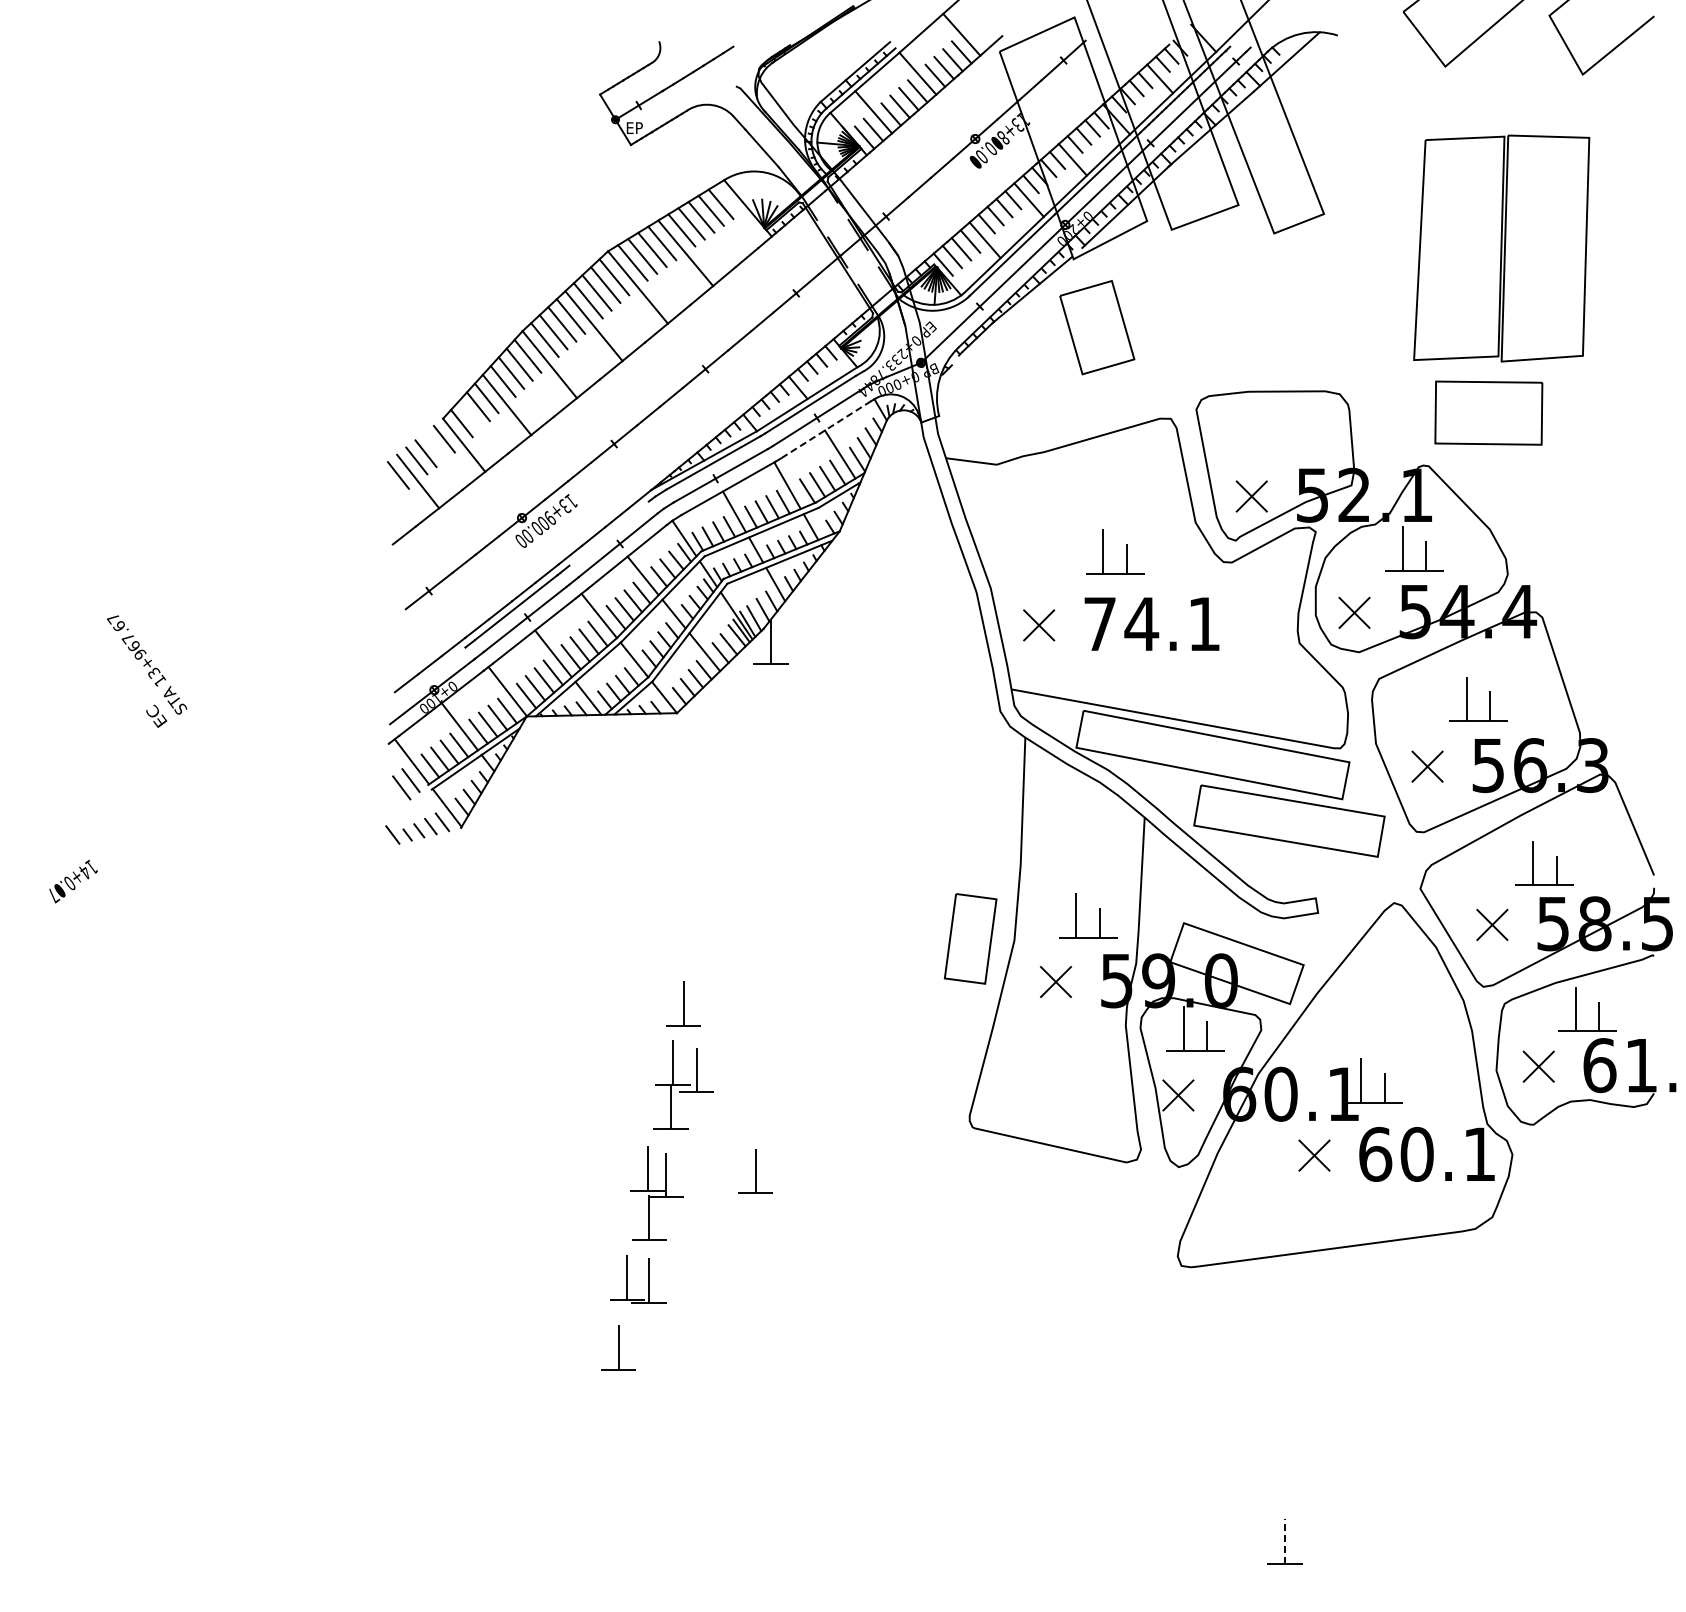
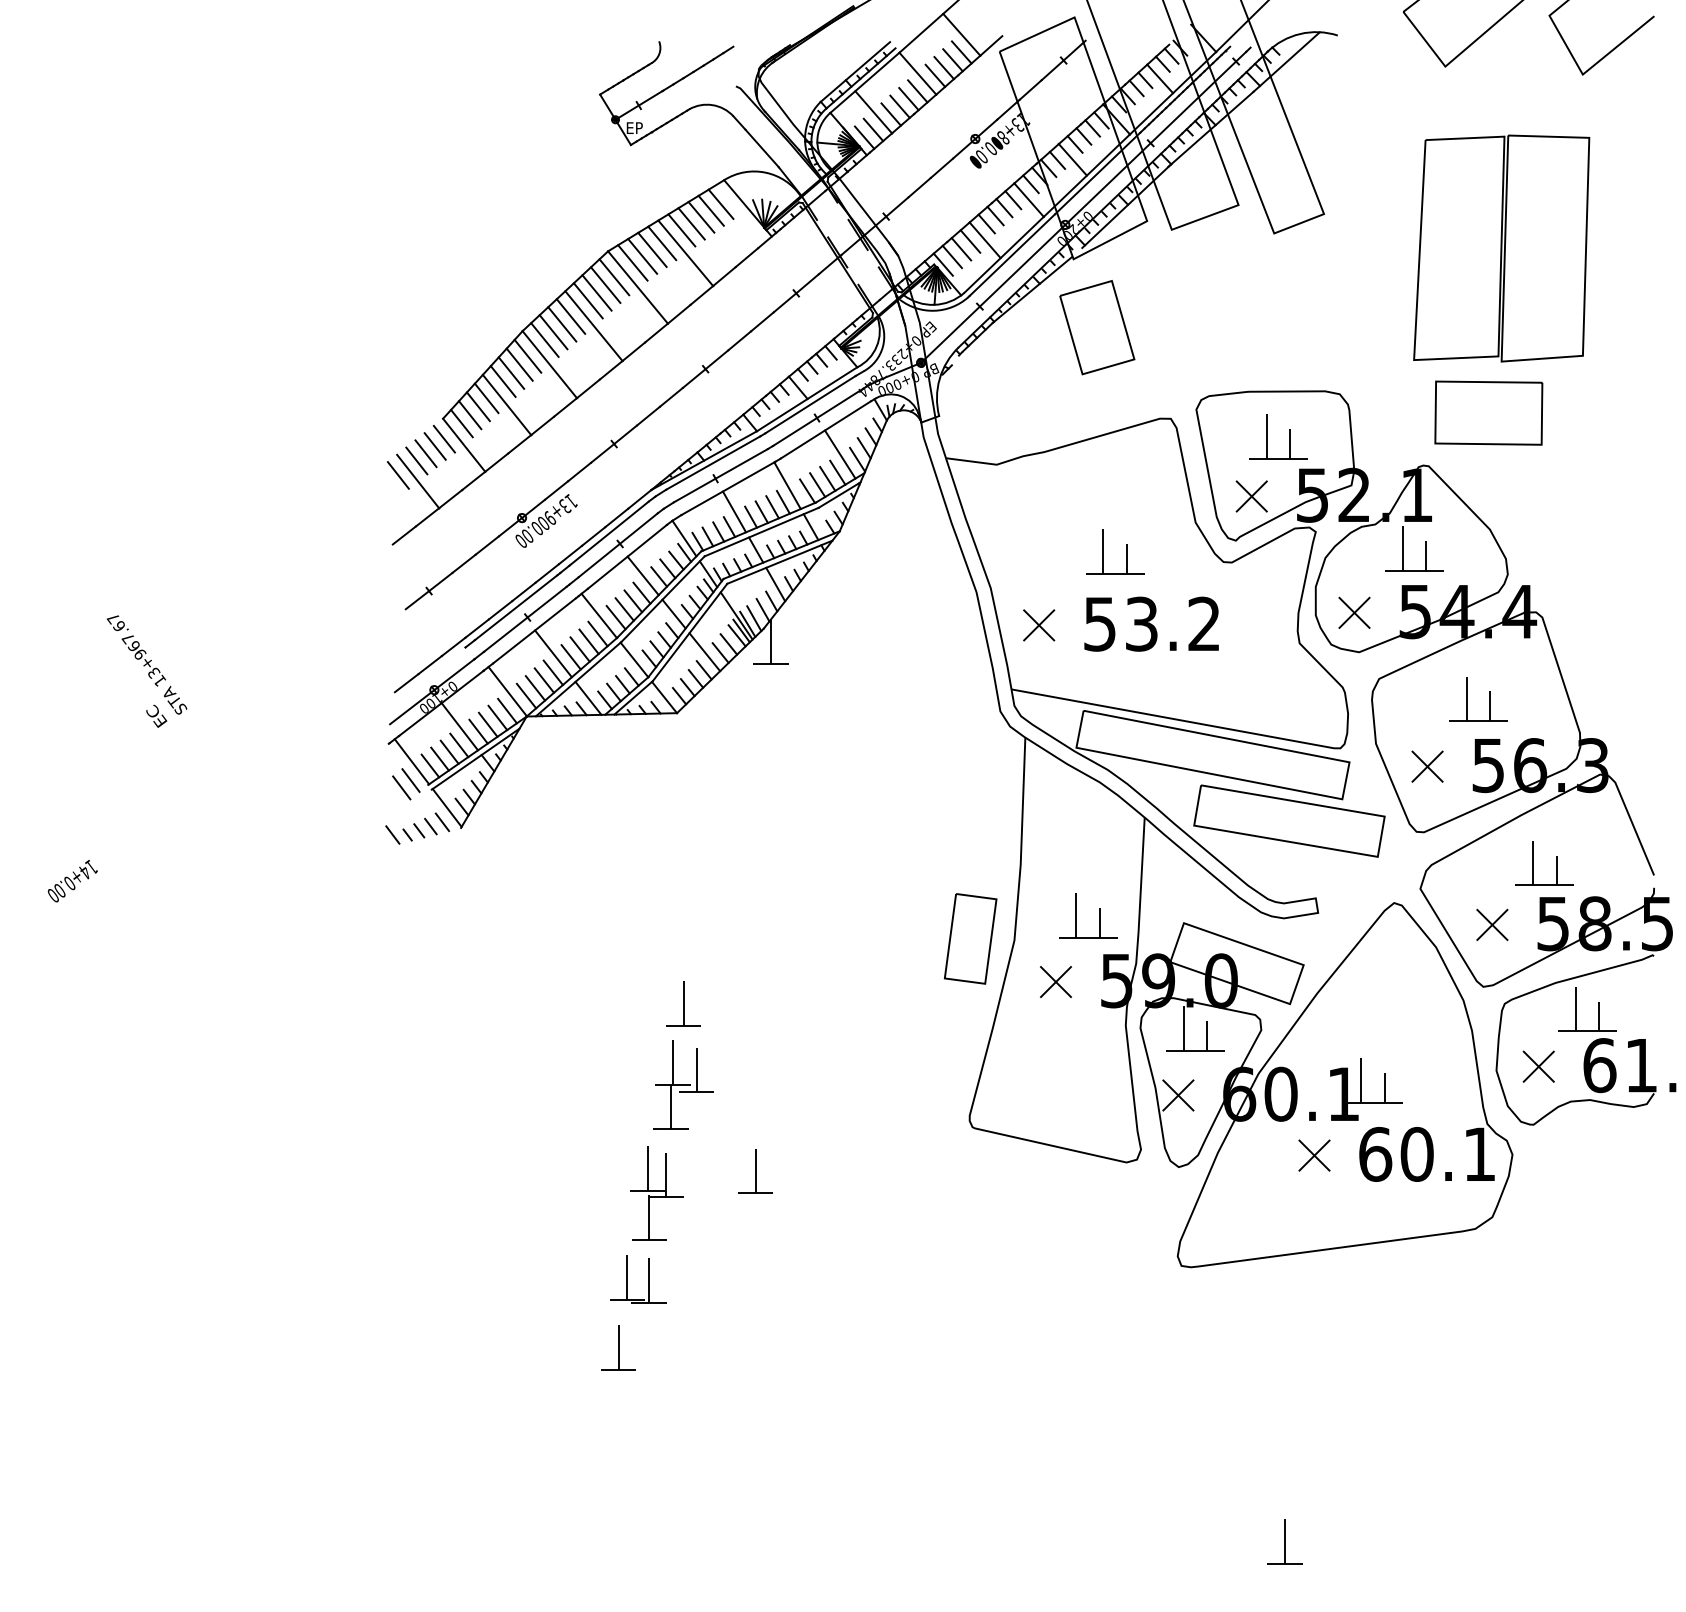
line at (470, 415): none -> present
line at (825, 430): dashed -> solid
part at (1267, 436): none -> present
line at (434, 446): none -> present
line at (608, 533): none -> present
text at (1151, 623): 74.1 -> 53.2
text at (55, 894): 14+0.07 -> 14+0.00
line at (1284, 1540): dashed -> solid
